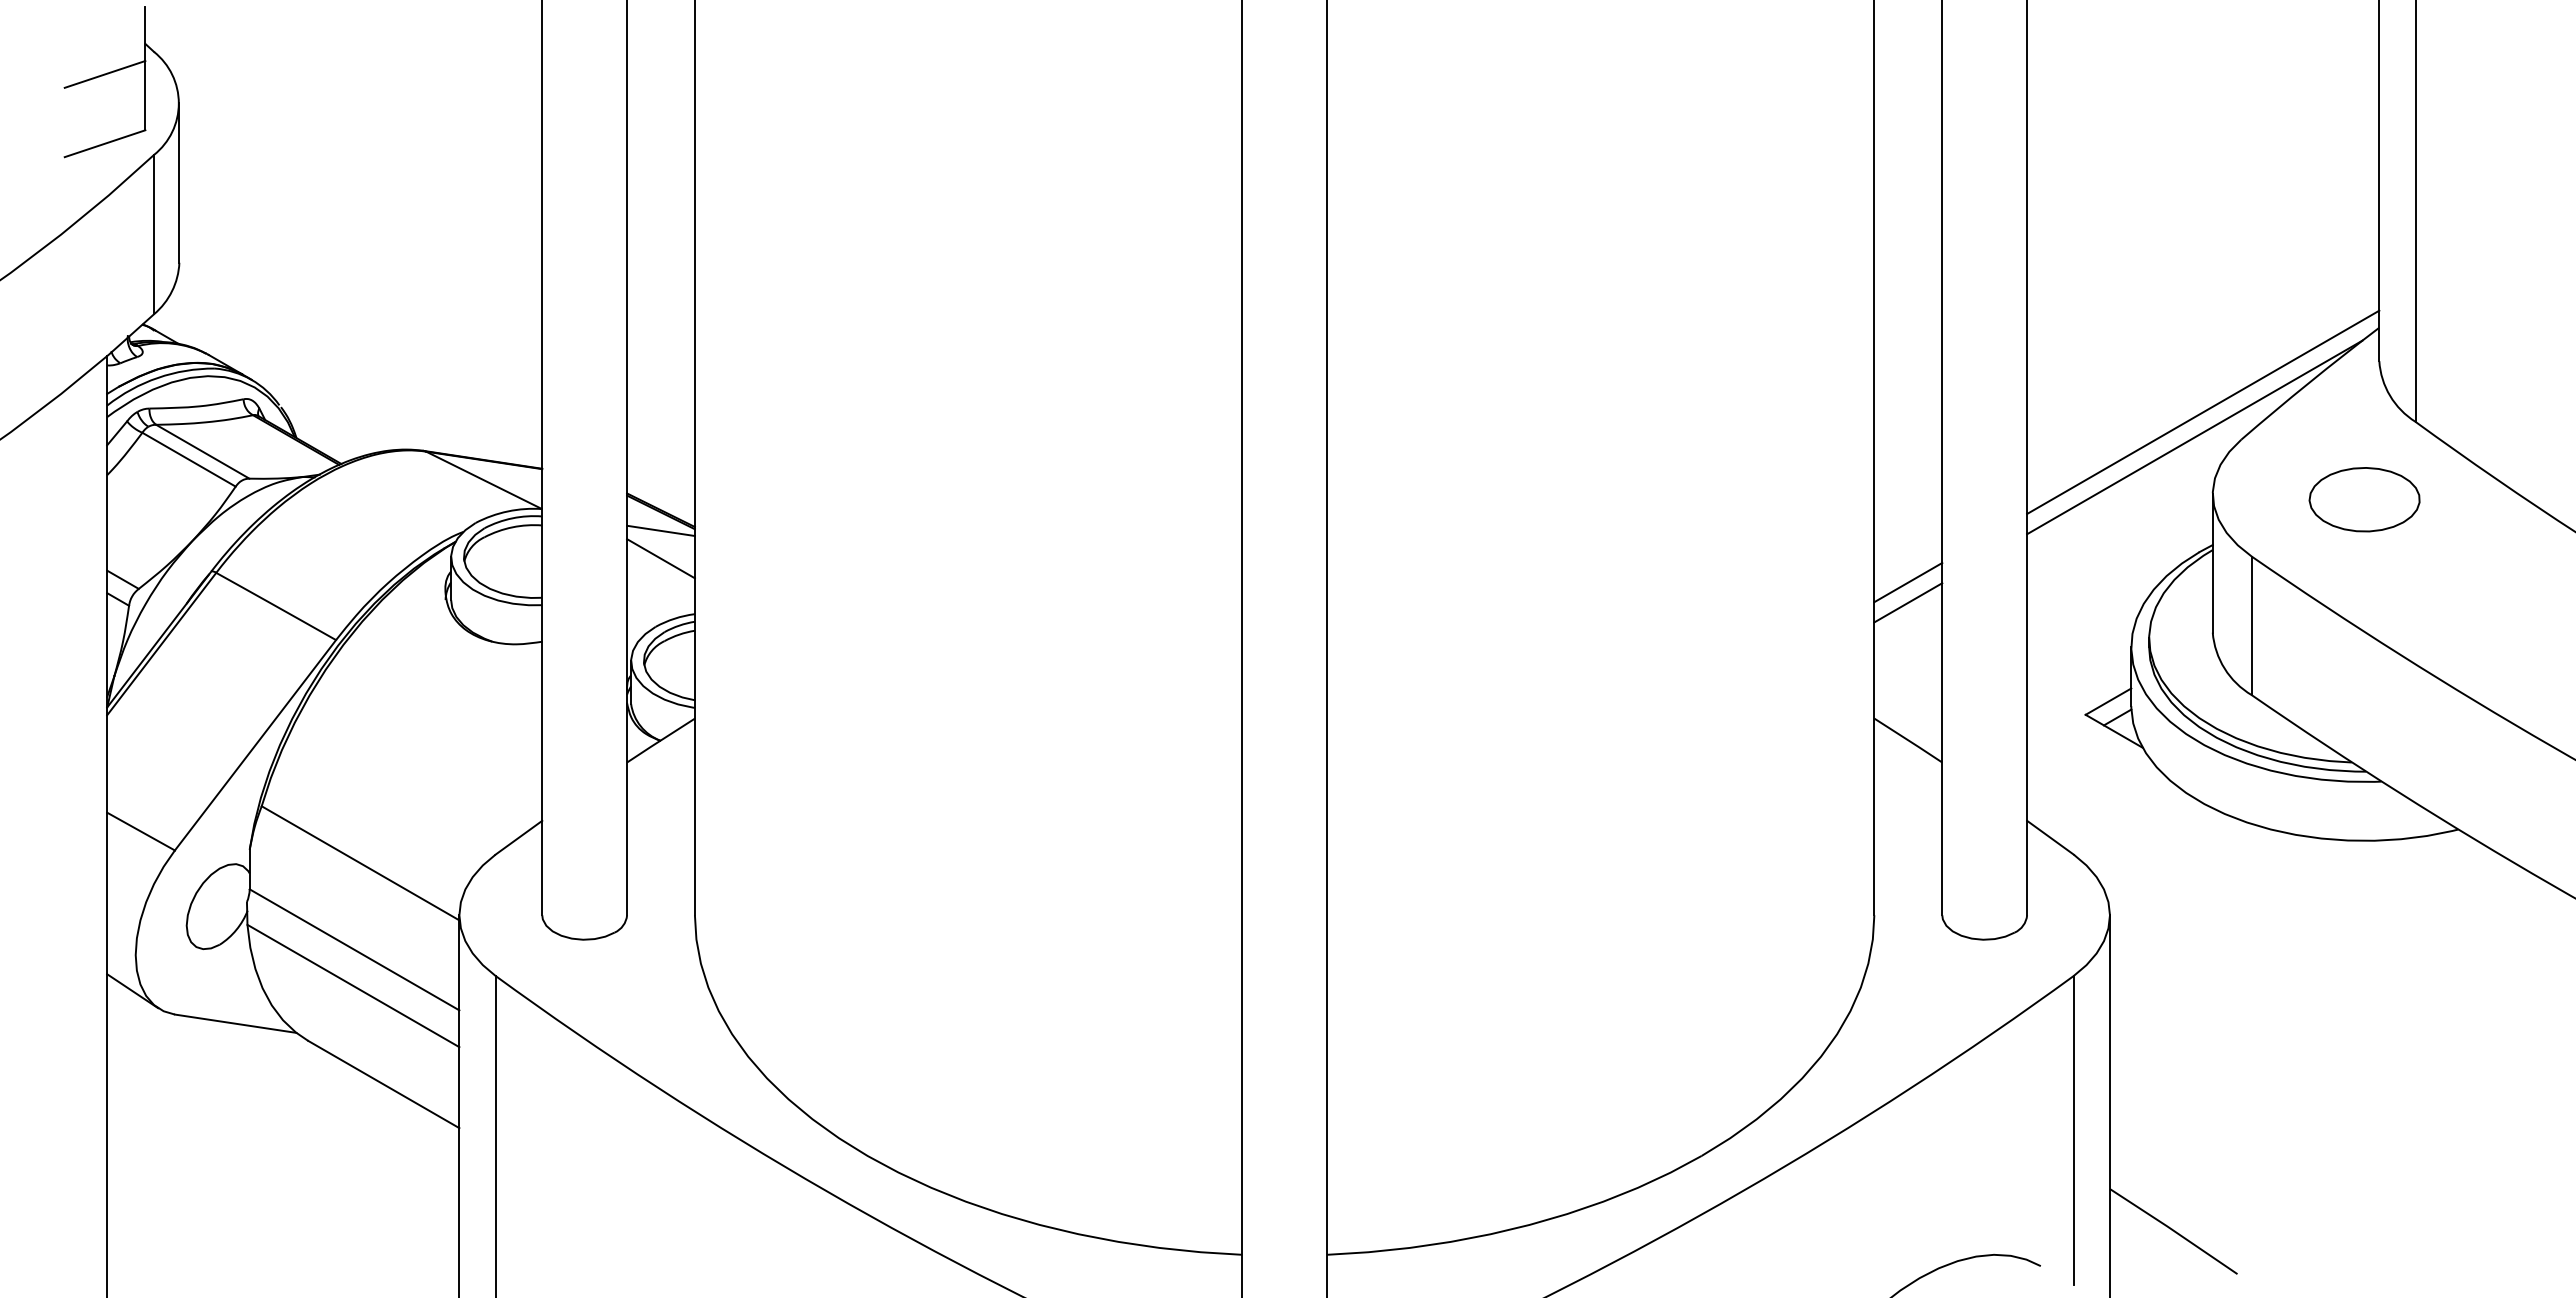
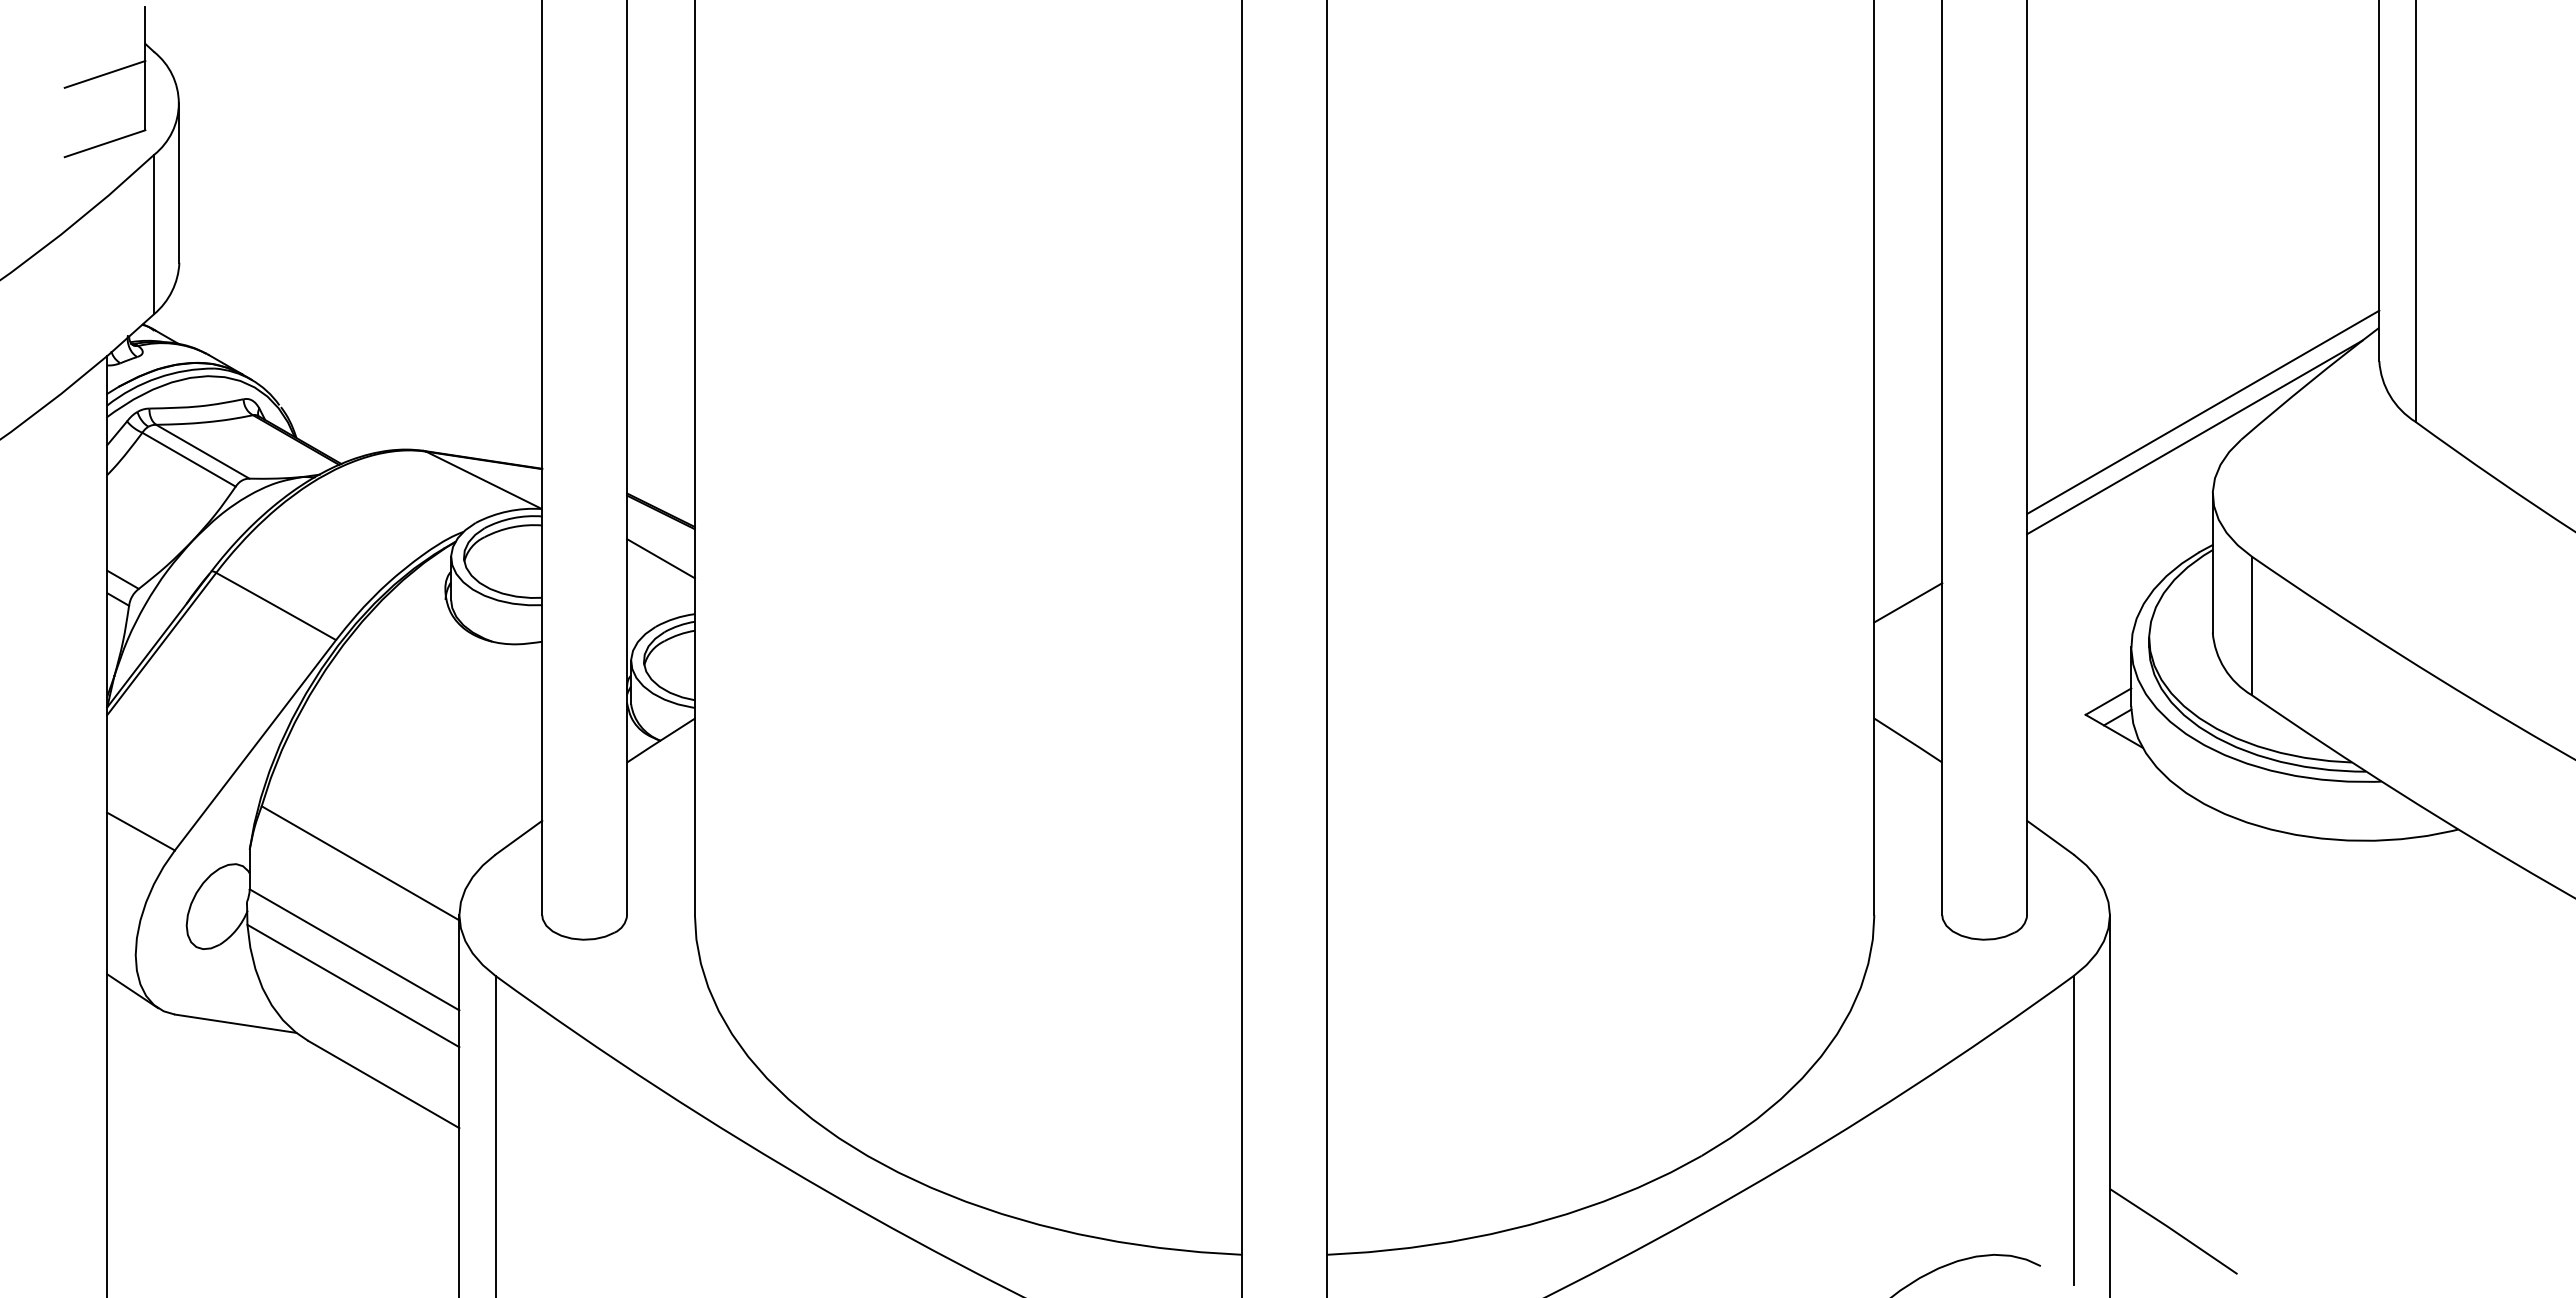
part at (2364, 499): present -> none
line at (660, 530): present -> none
line at (1908, 582): present -> none
